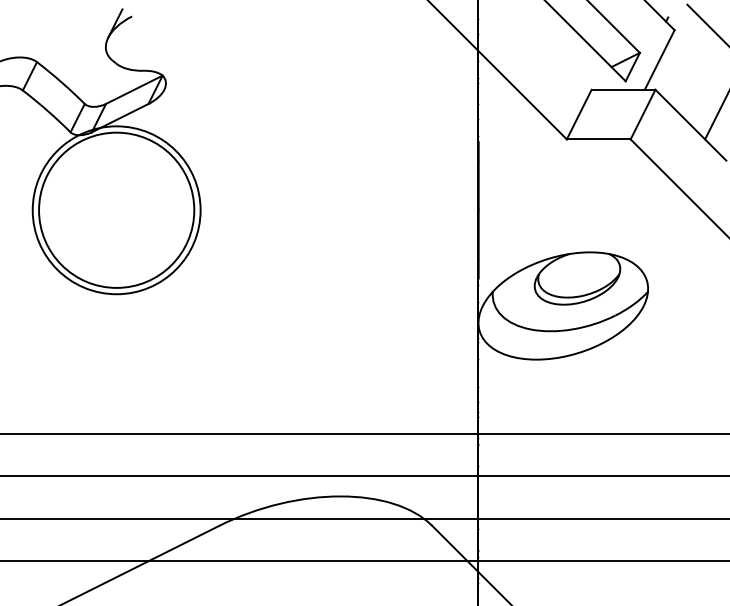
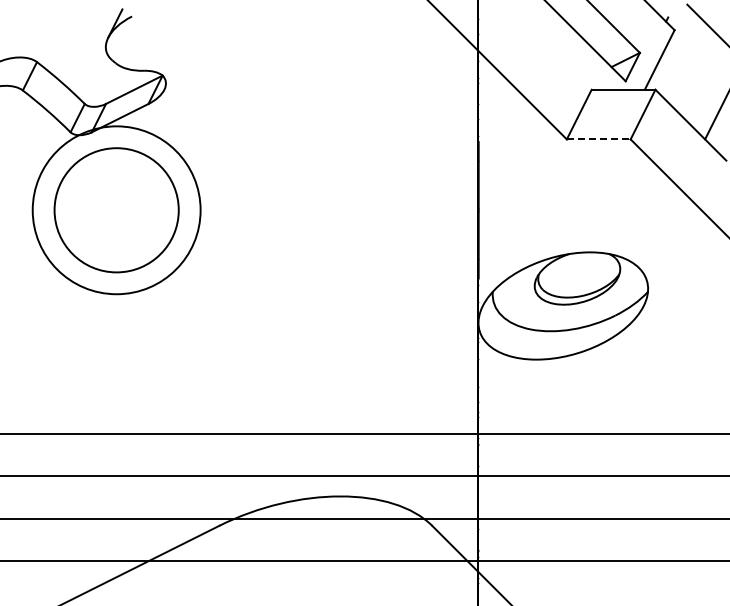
line at (598, 139): solid -> dashed
circle at (116, 209) diameter: 155 px -> 124 px
